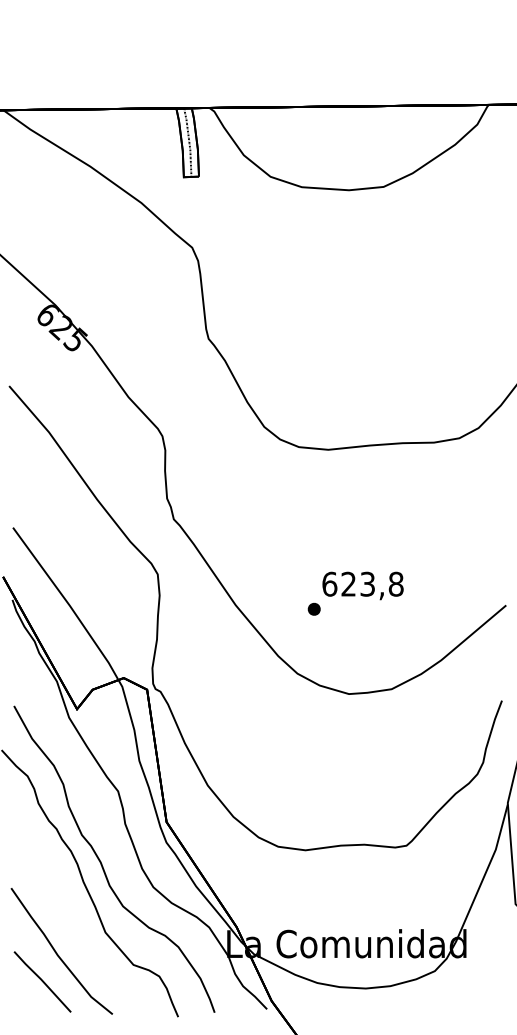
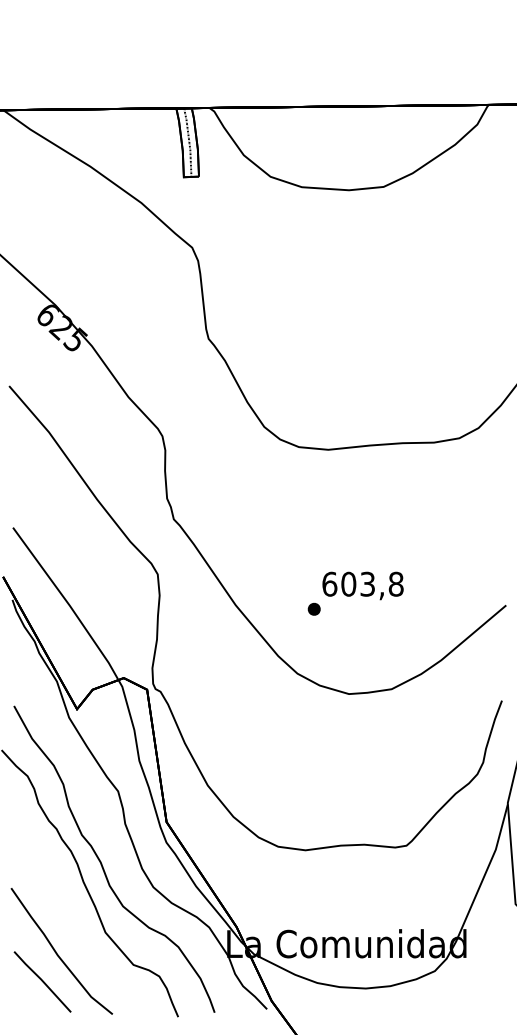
text at (348, 583): 623,8 -> 603,8
